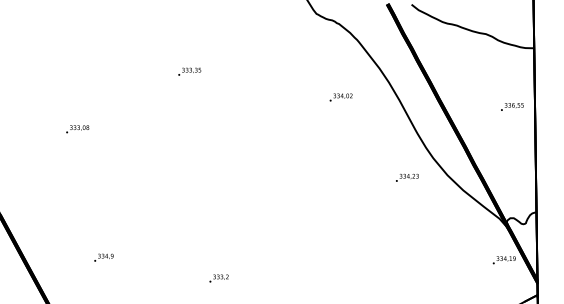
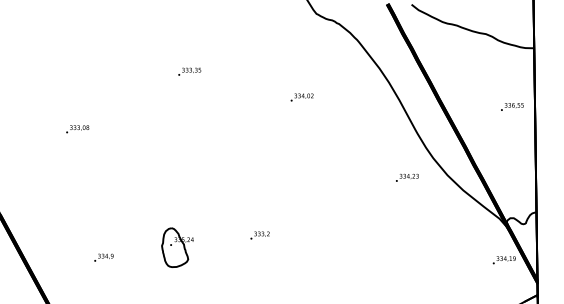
text at (340, 97) position: (340, 97) -> (301, 97)
part at (177, 247): none -> present
text at (218, 278) position: (218, 278) -> (259, 235)
